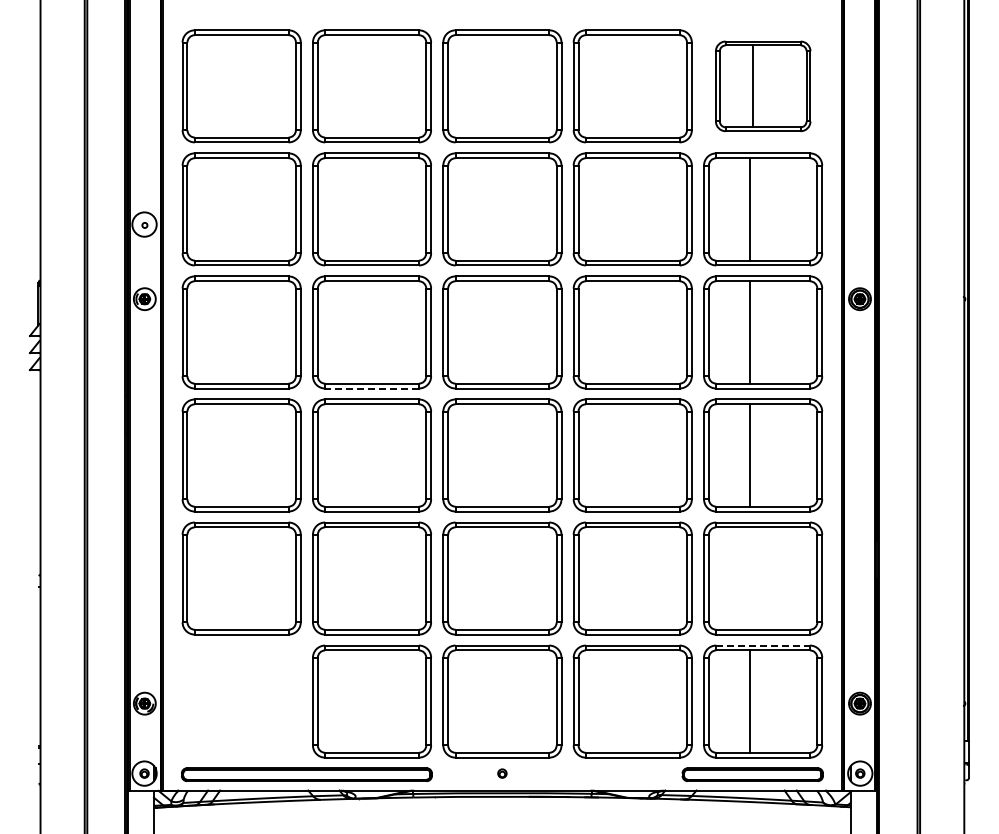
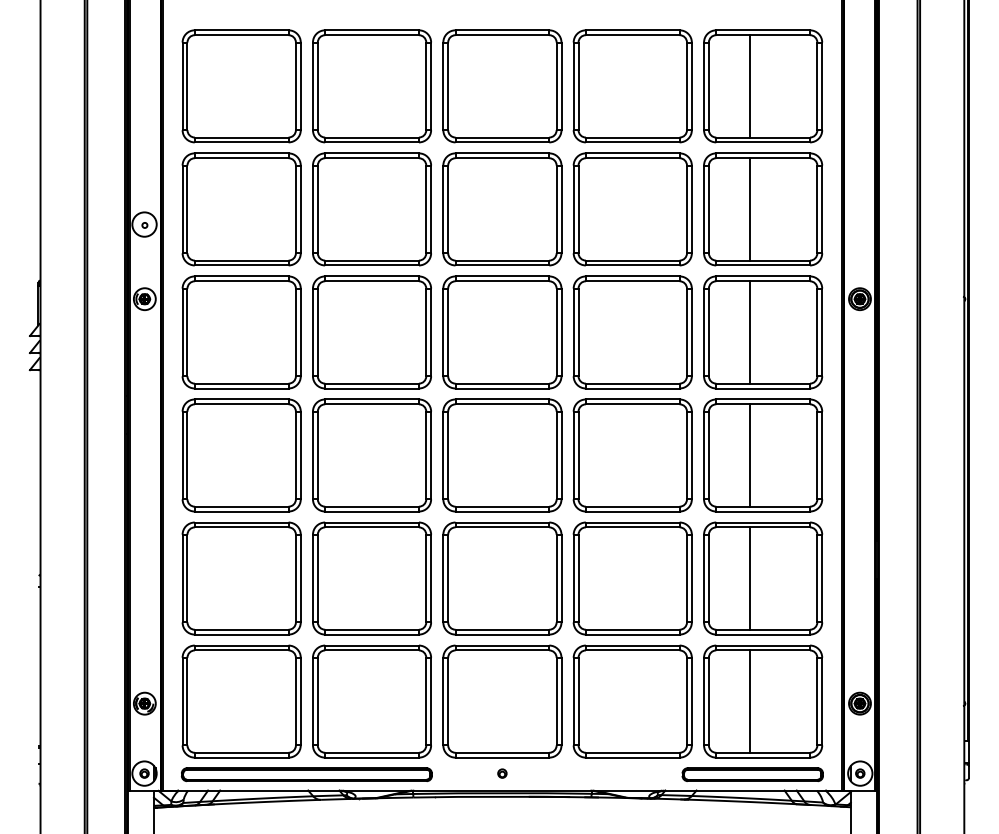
part at (763, 86) size: 97x93 px -> 121x115 px
line at (372, 388): dashed -> solid
line at (749, 578): none -> present
line at (763, 645): dashed -> solid
part at (241, 701): none -> present
